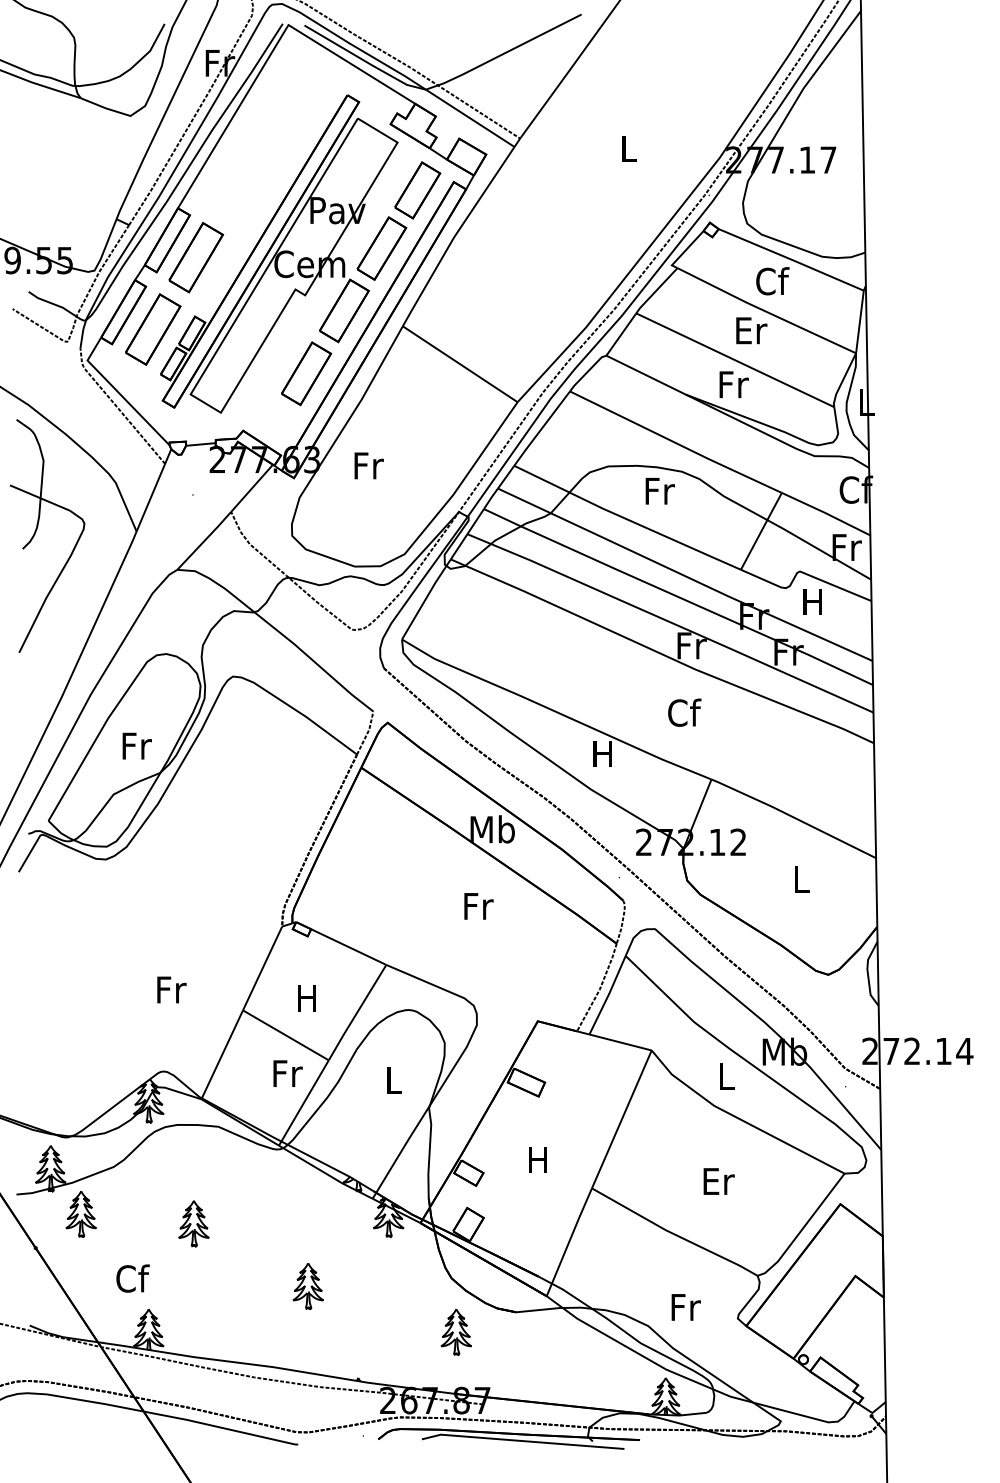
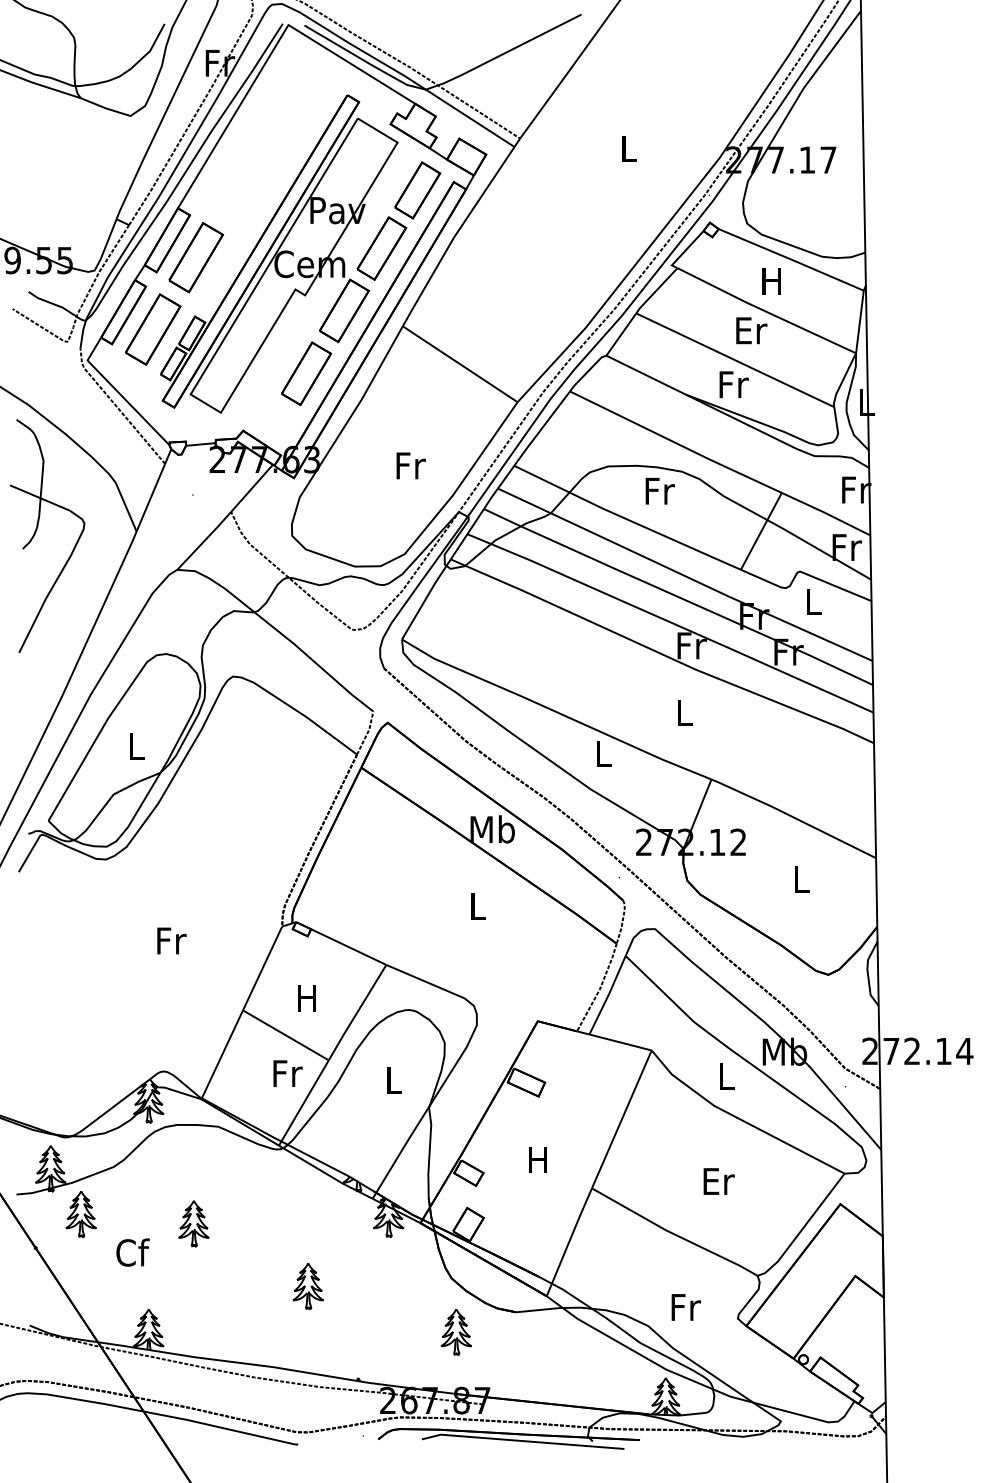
text at (772, 281): Cf -> H
text at (368, 465) position: (368, 465) -> (410, 465)
text at (856, 489): Cf -> Fr
text at (812, 601): H -> L
text at (684, 712): Cf -> L
text at (136, 745): Fr -> L
text at (602, 753): H -> L
text at (478, 906): Fr -> L
text at (171, 989) position: (171, 989) -> (171, 940)
text at (132, 1278) position: (132, 1278) -> (132, 1252)
